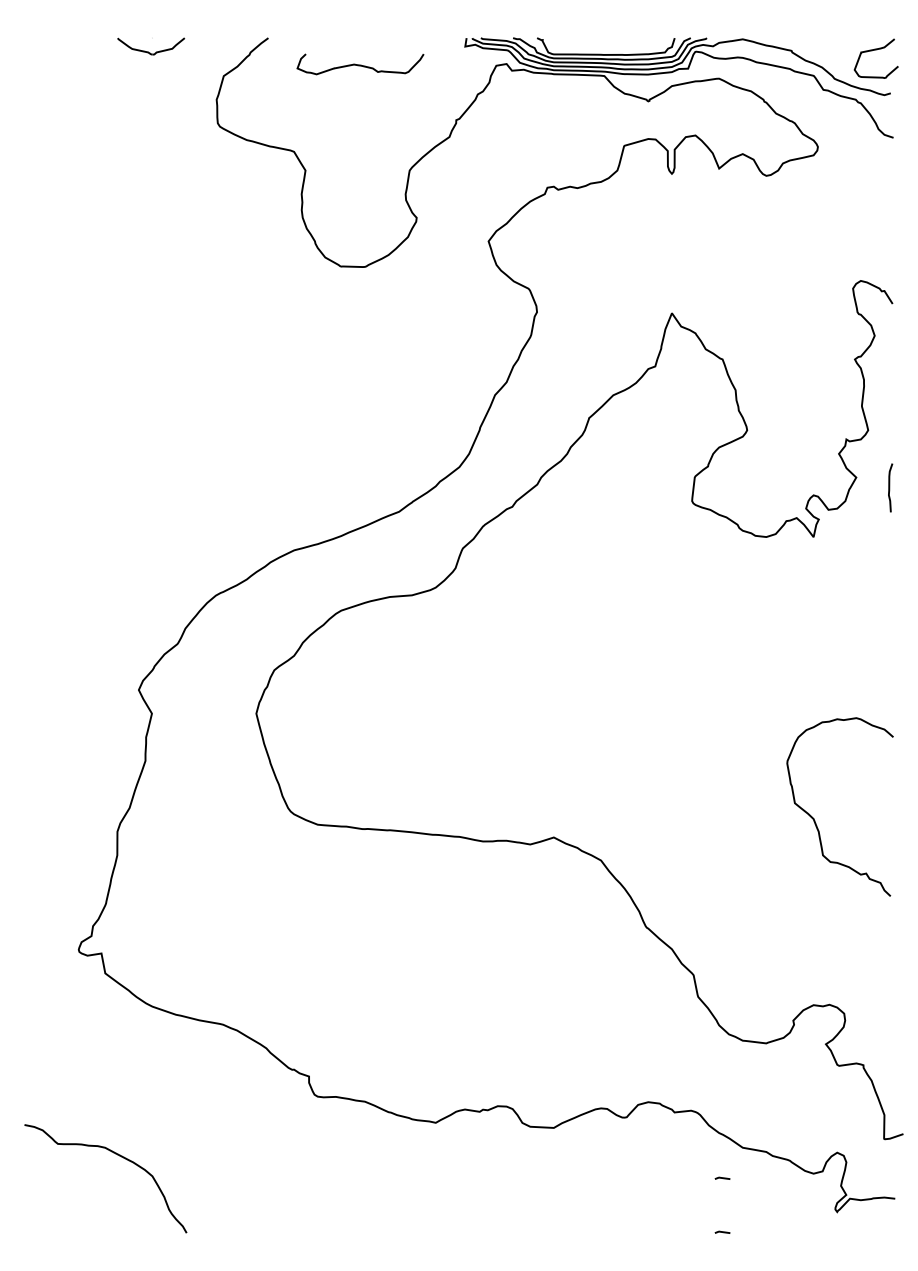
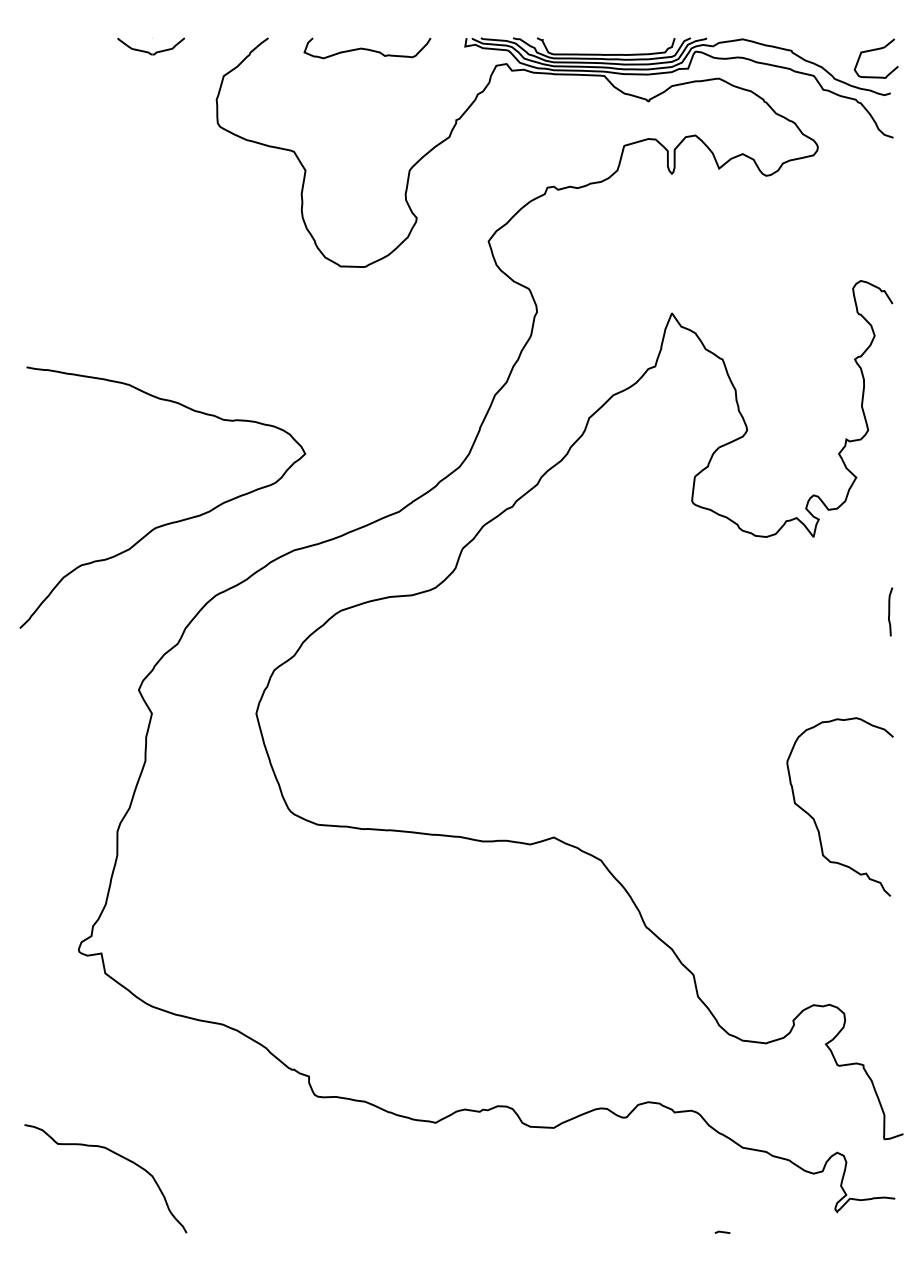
curve at (360, 64) position: (360, 64) -> (367, 48)
curve at (890, 487) position: (890, 487) -> (890, 611)
curve at (169, 522): none -> present
line at (722, 1177): present -> none
